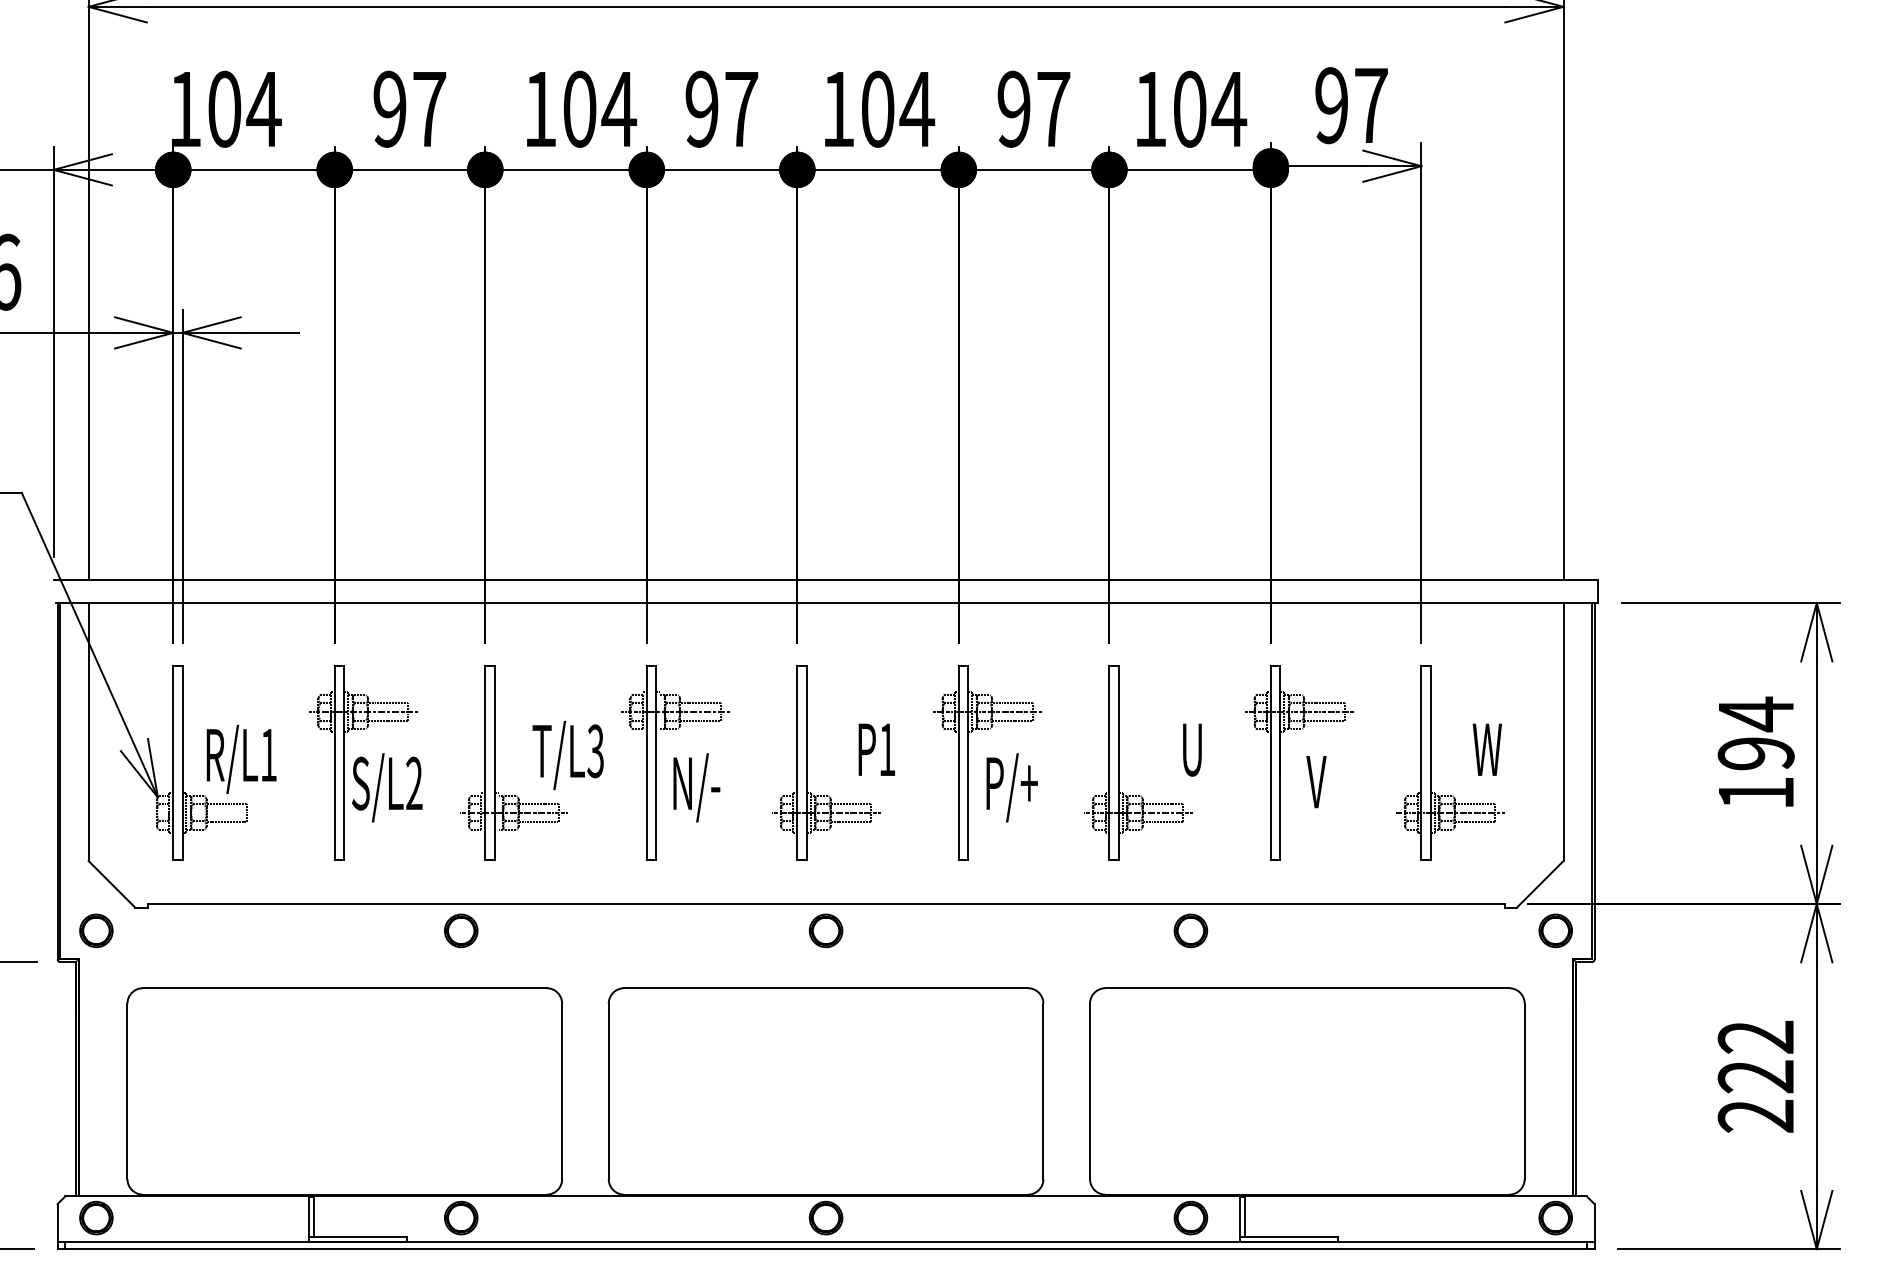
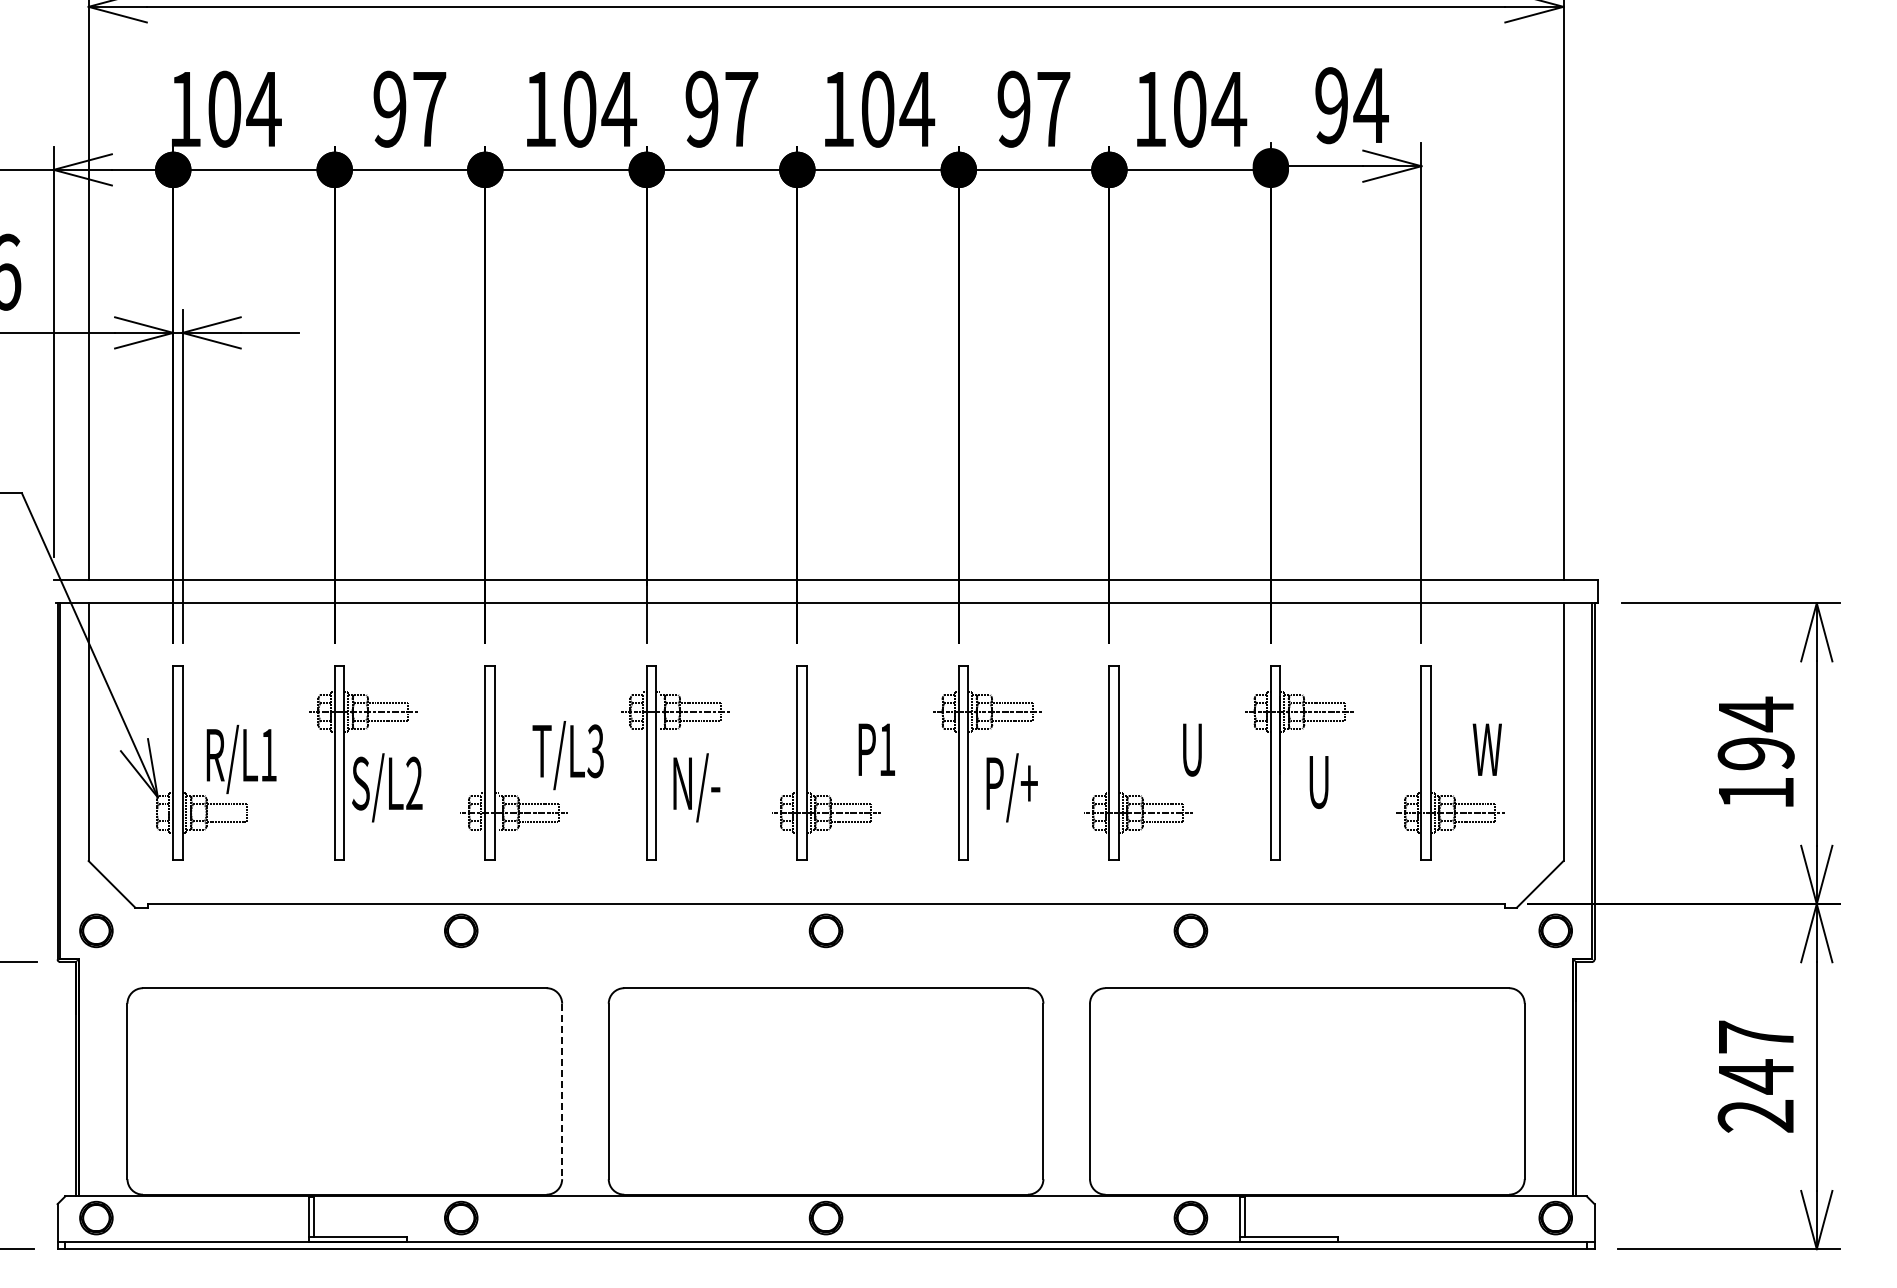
text at (1370, 105): 97 -> 94
text at (1317, 782): V -> U
text at (1755, 1057): 222 -> 247
line at (562, 1091): solid -> dashed
